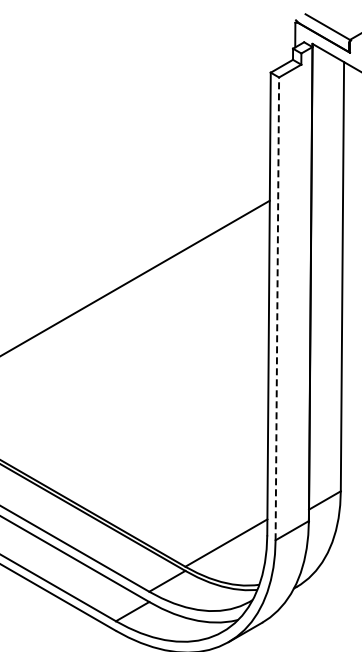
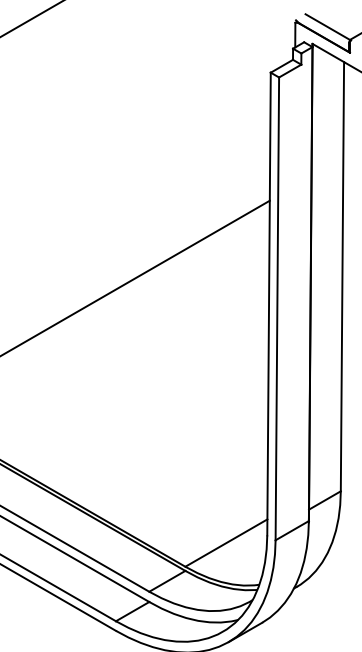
line at (31, 19): none -> present
line at (277, 308): dashed -> solid
